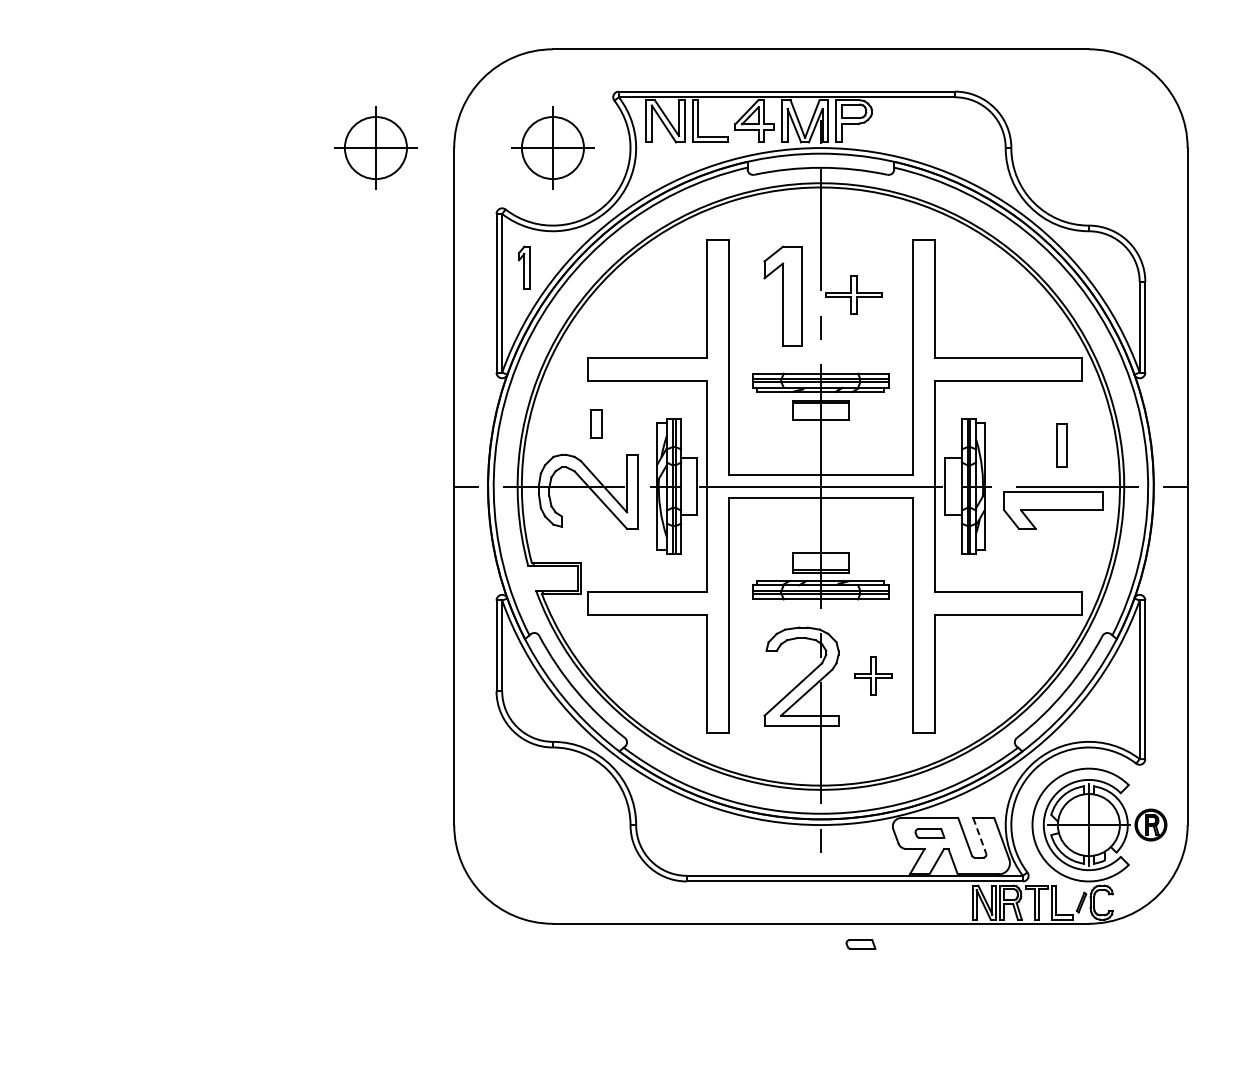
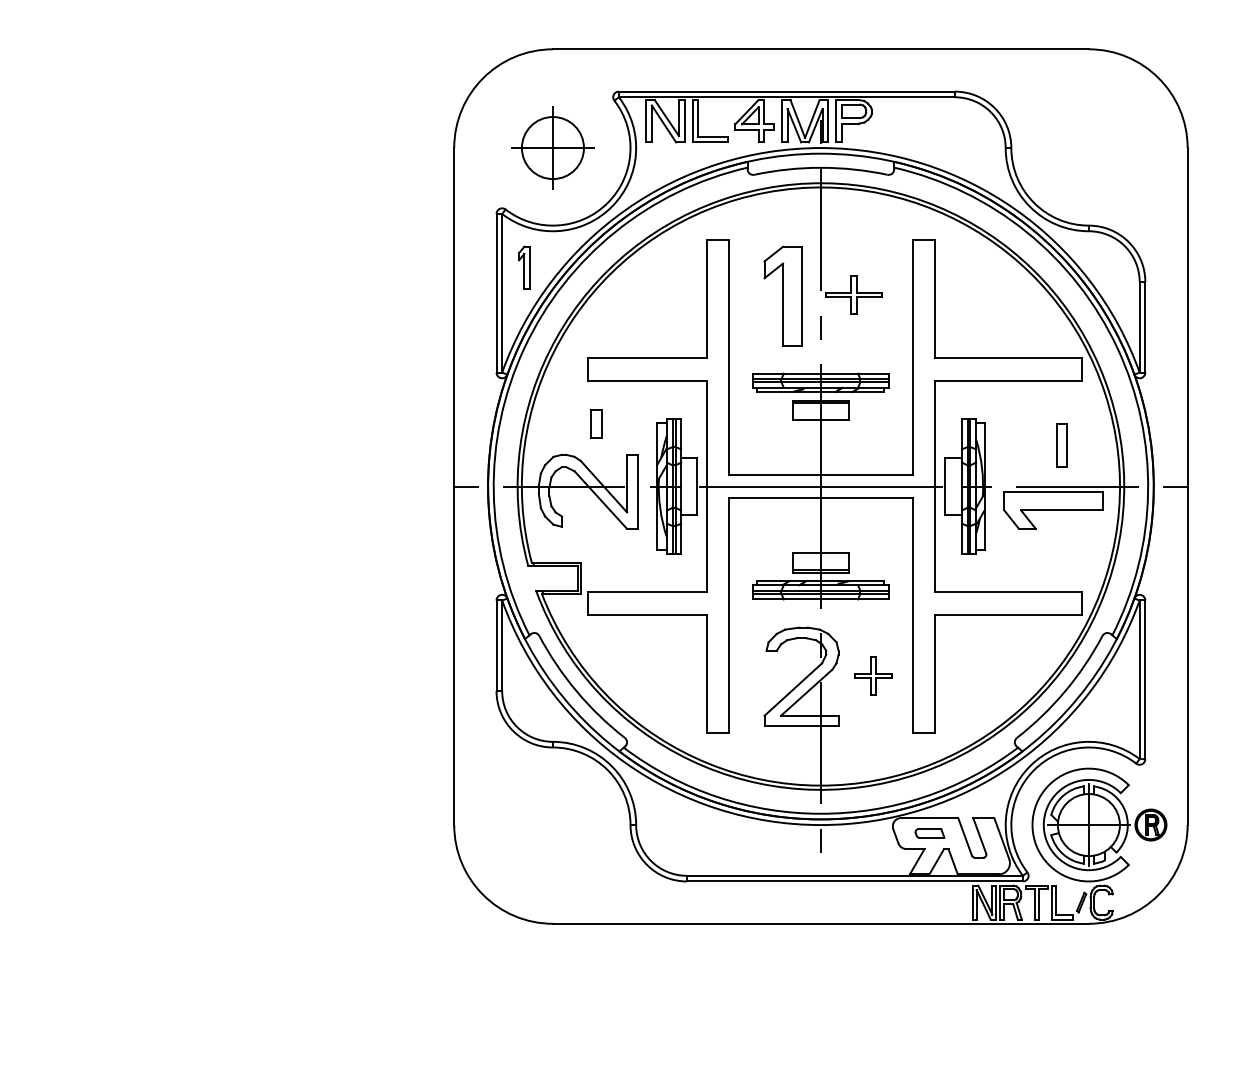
part at (375, 147): present -> none
line at (979, 835): dashed -> solid
part at (860, 944): present -> none
